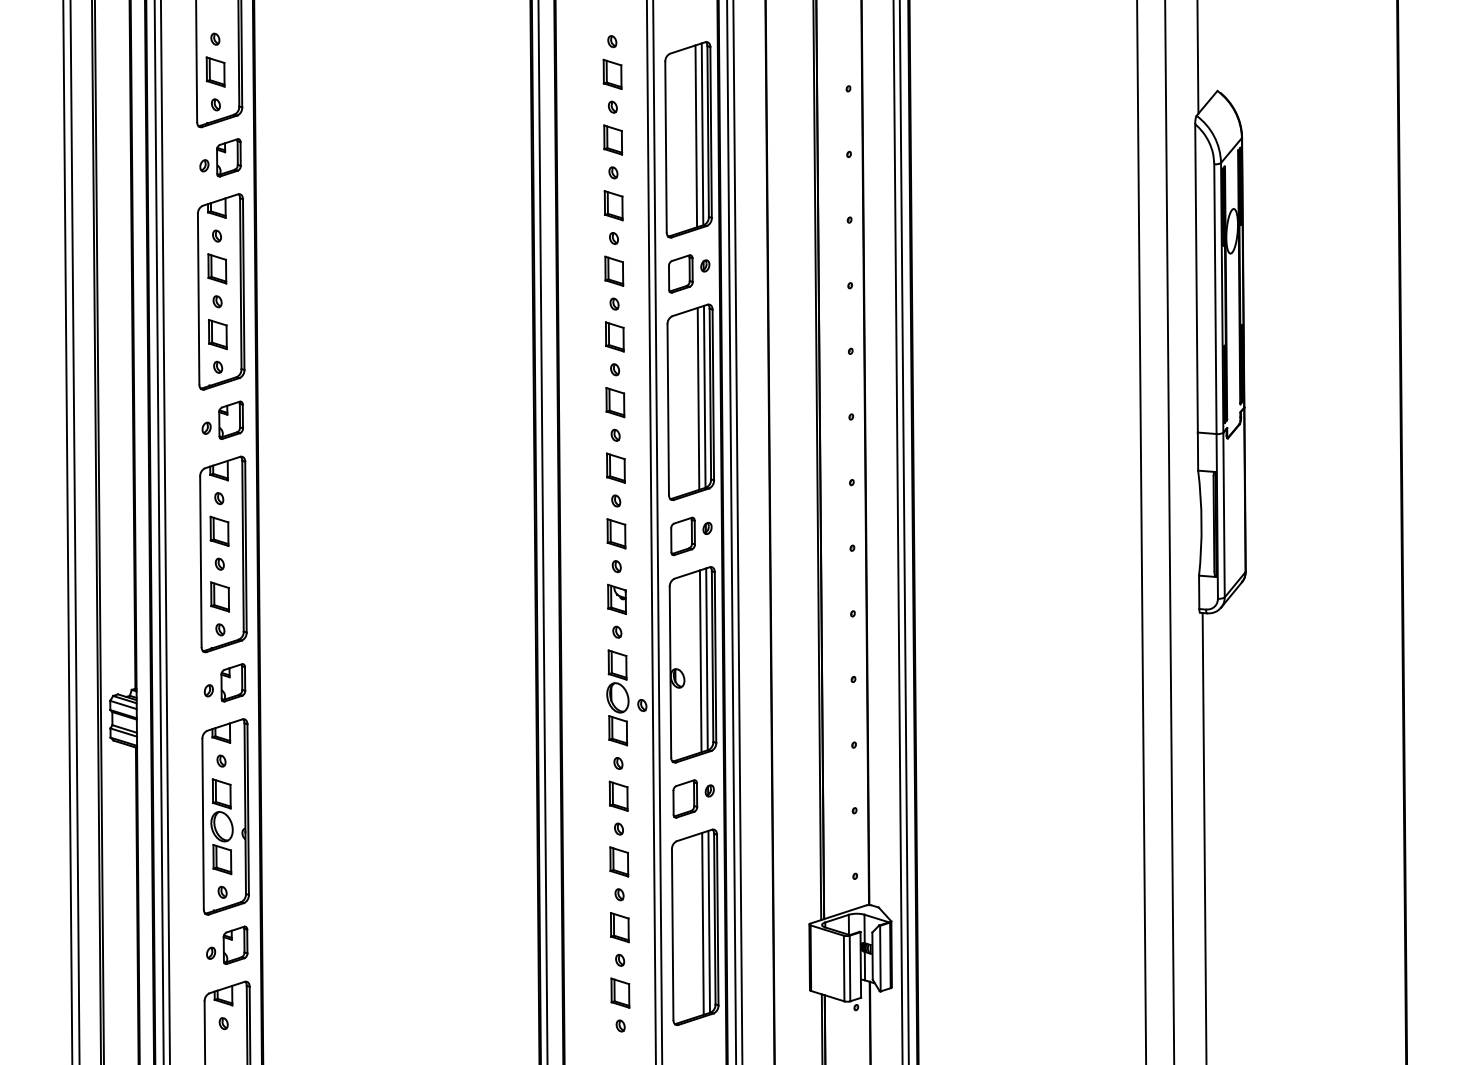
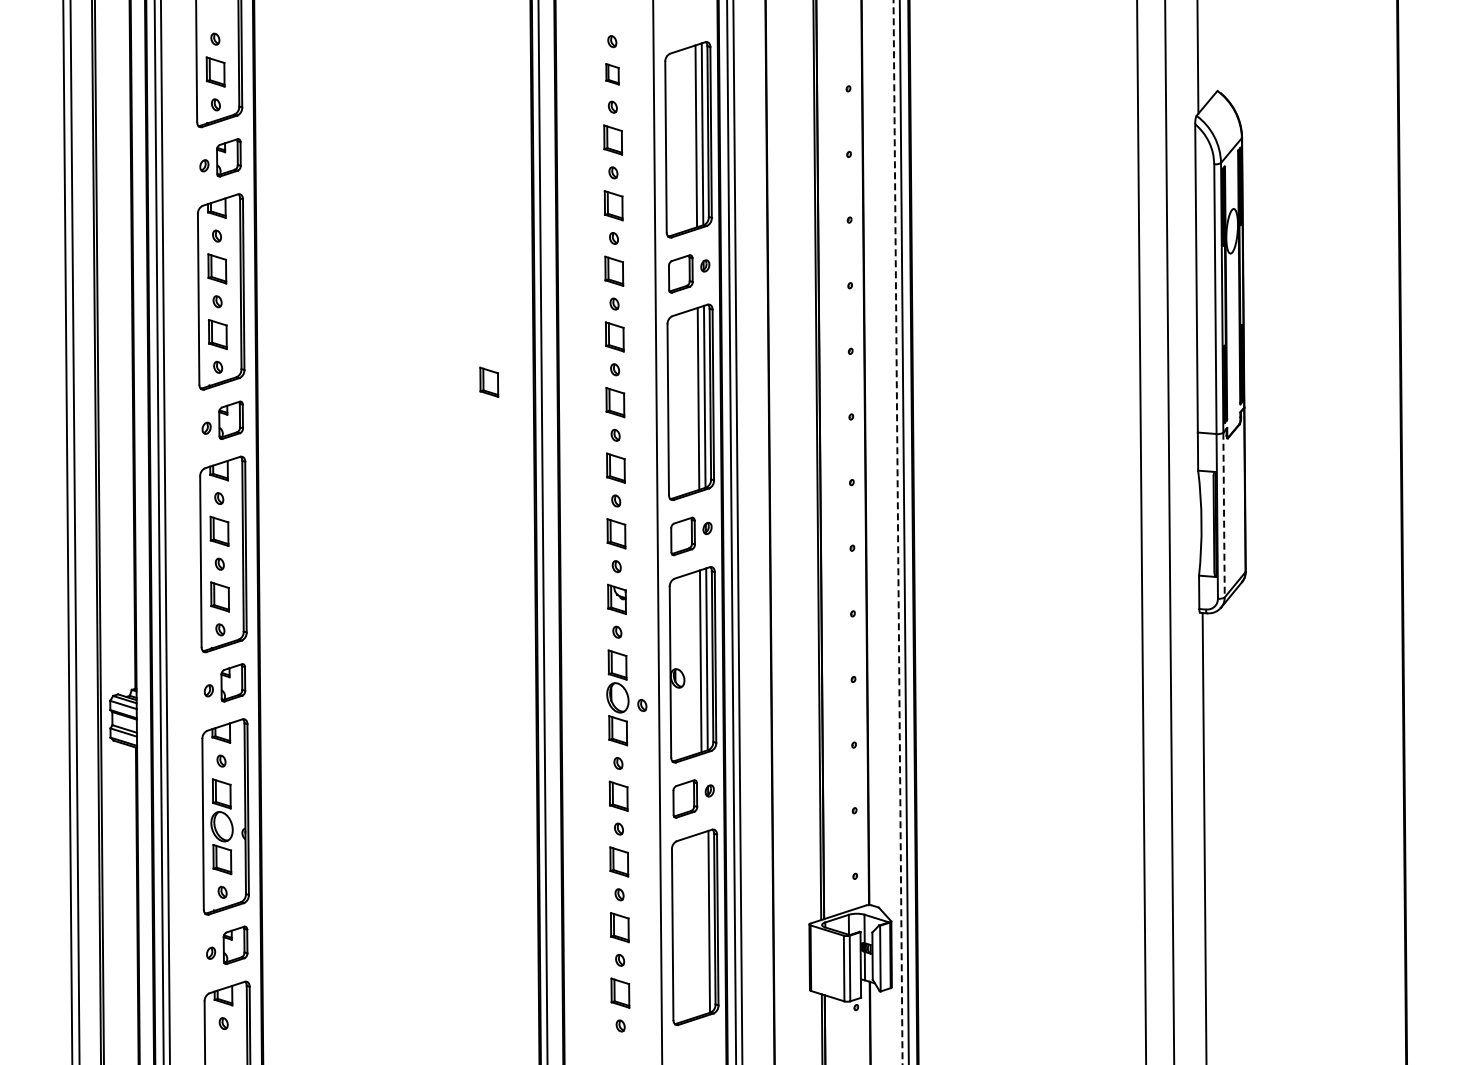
part at (612, 73) size: 21x32 px -> 15x23 px
part at (489, 381): none -> present
line at (1224, 515): solid -> dashed
line at (650, 531): present -> none
line at (898, 532): solid -> dashed
line at (702, 923): present -> none
